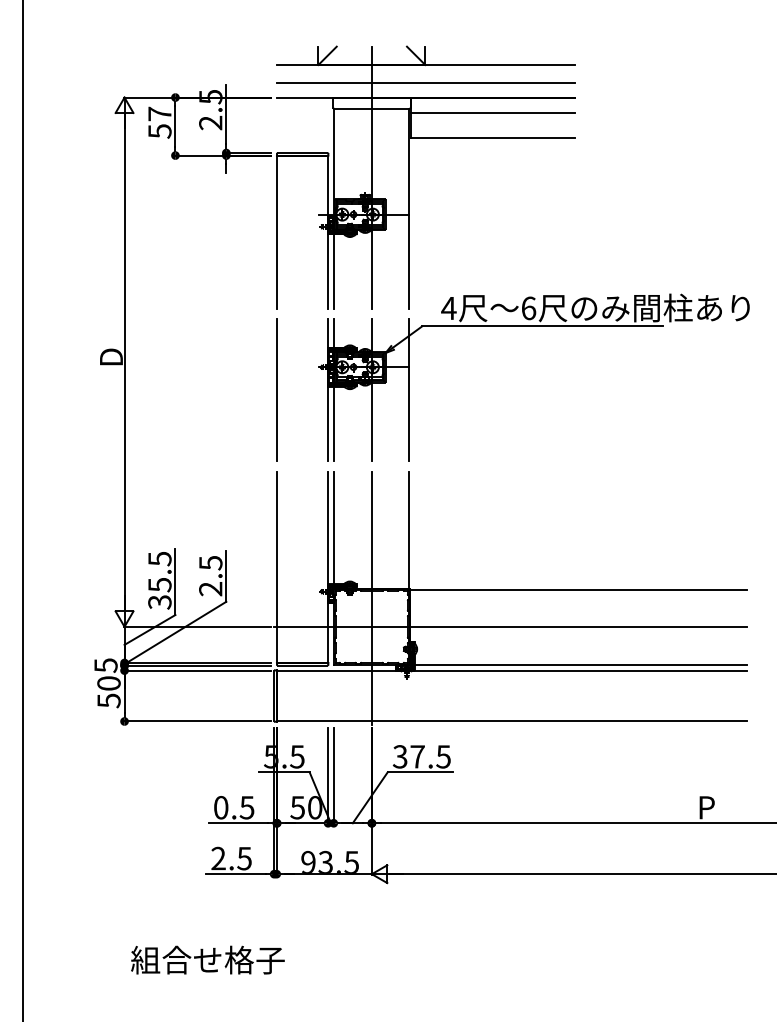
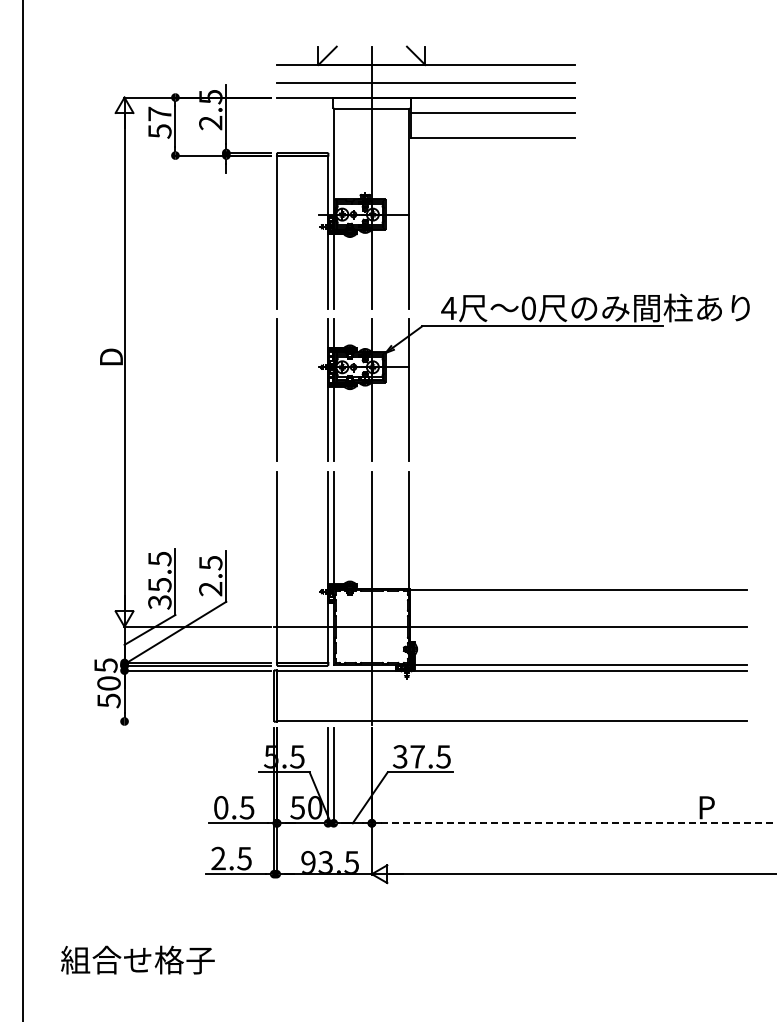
text at (528, 308): 6 -> 0
line at (197, 721): present -> none
line at (578, 823): solid -> dashed
text at (207, 959) position: (207, 959) -> (137, 959)
